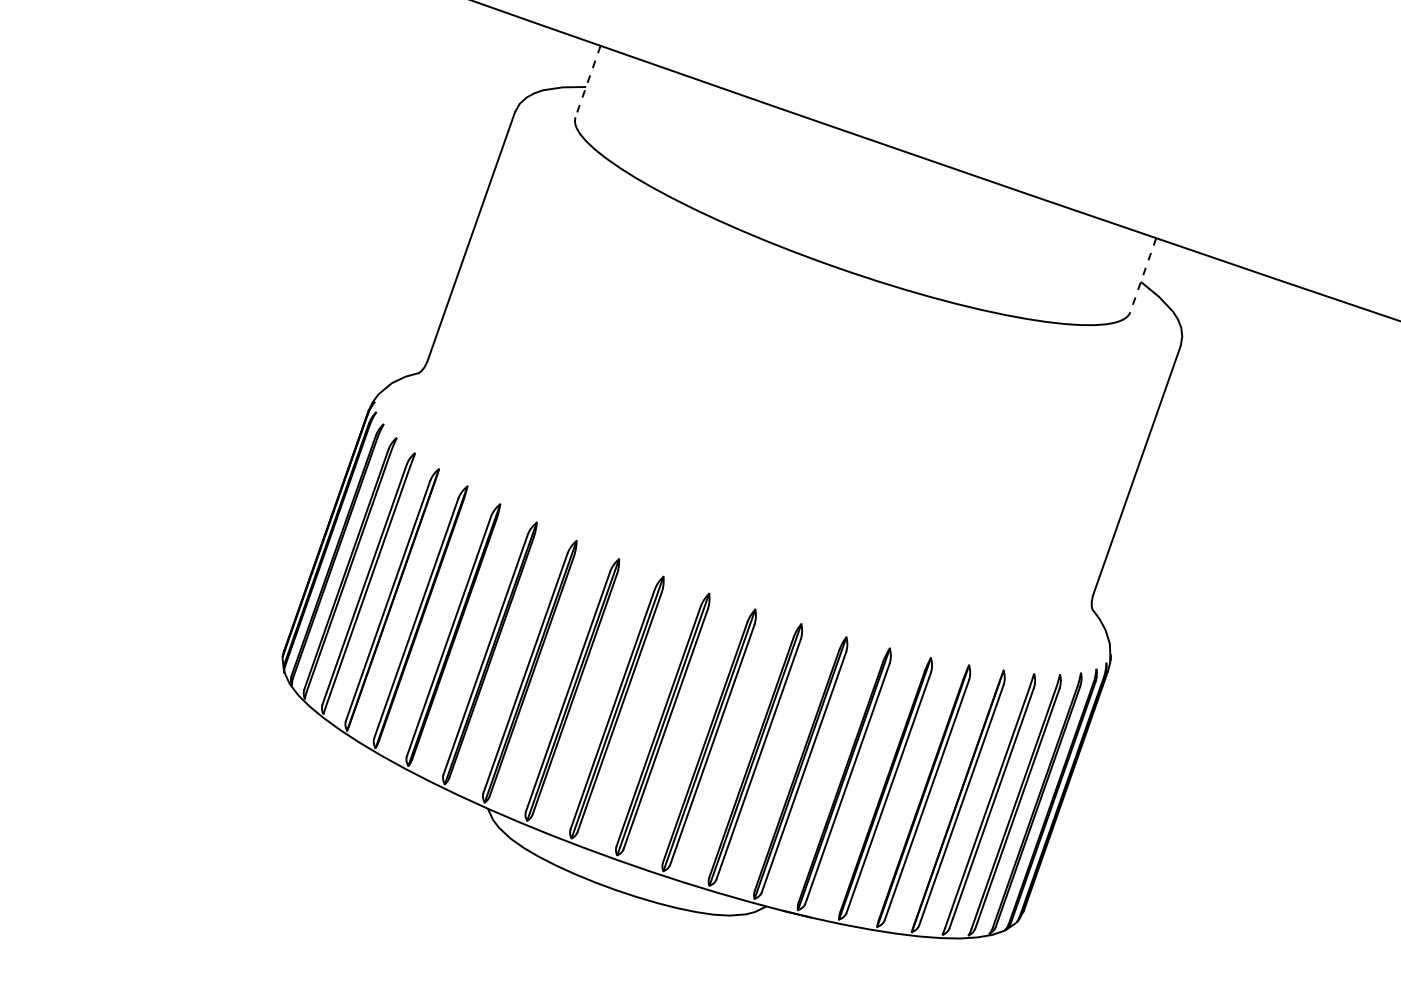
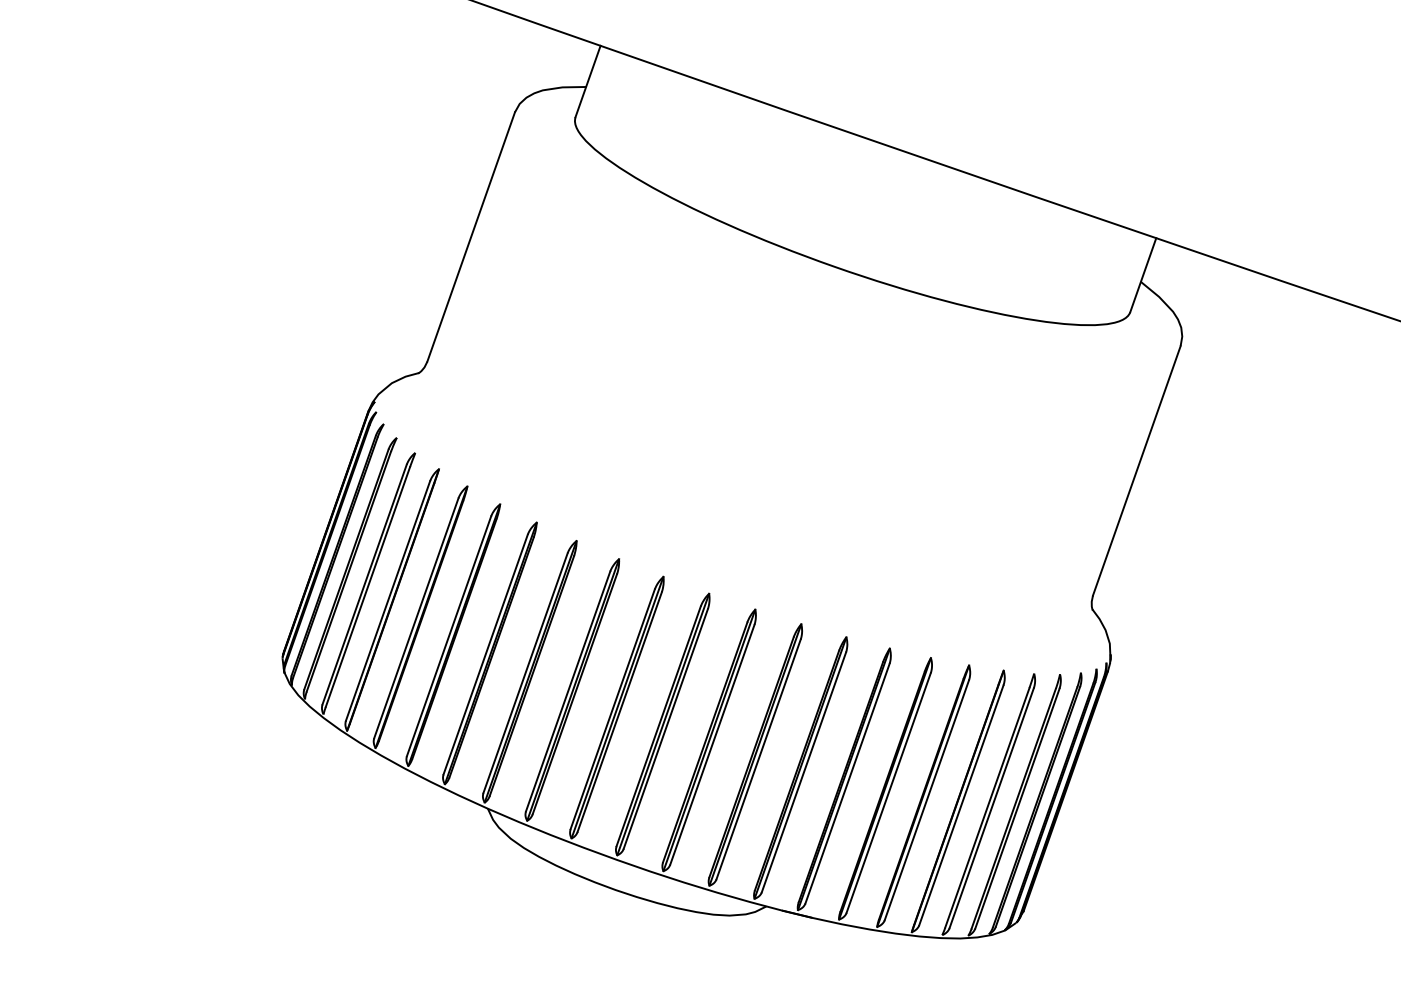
line at (588, 81): dashed -> solid
line at (1143, 275): dashed -> solid
